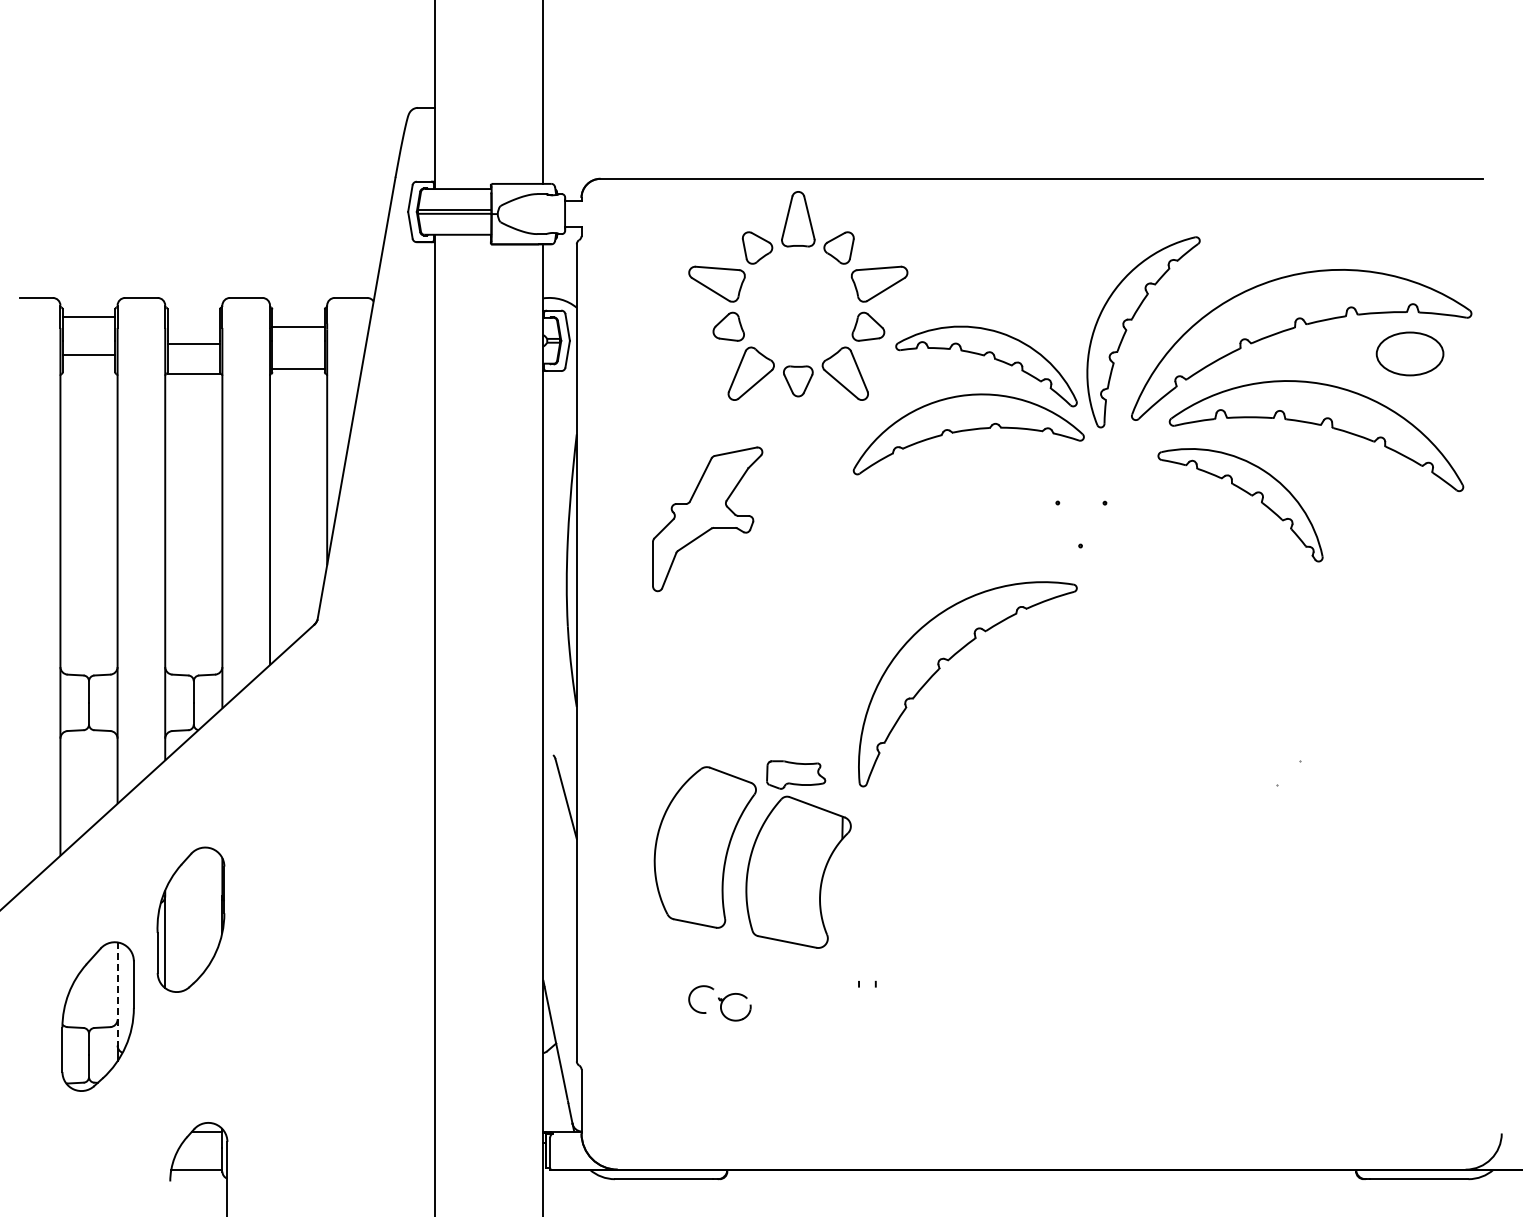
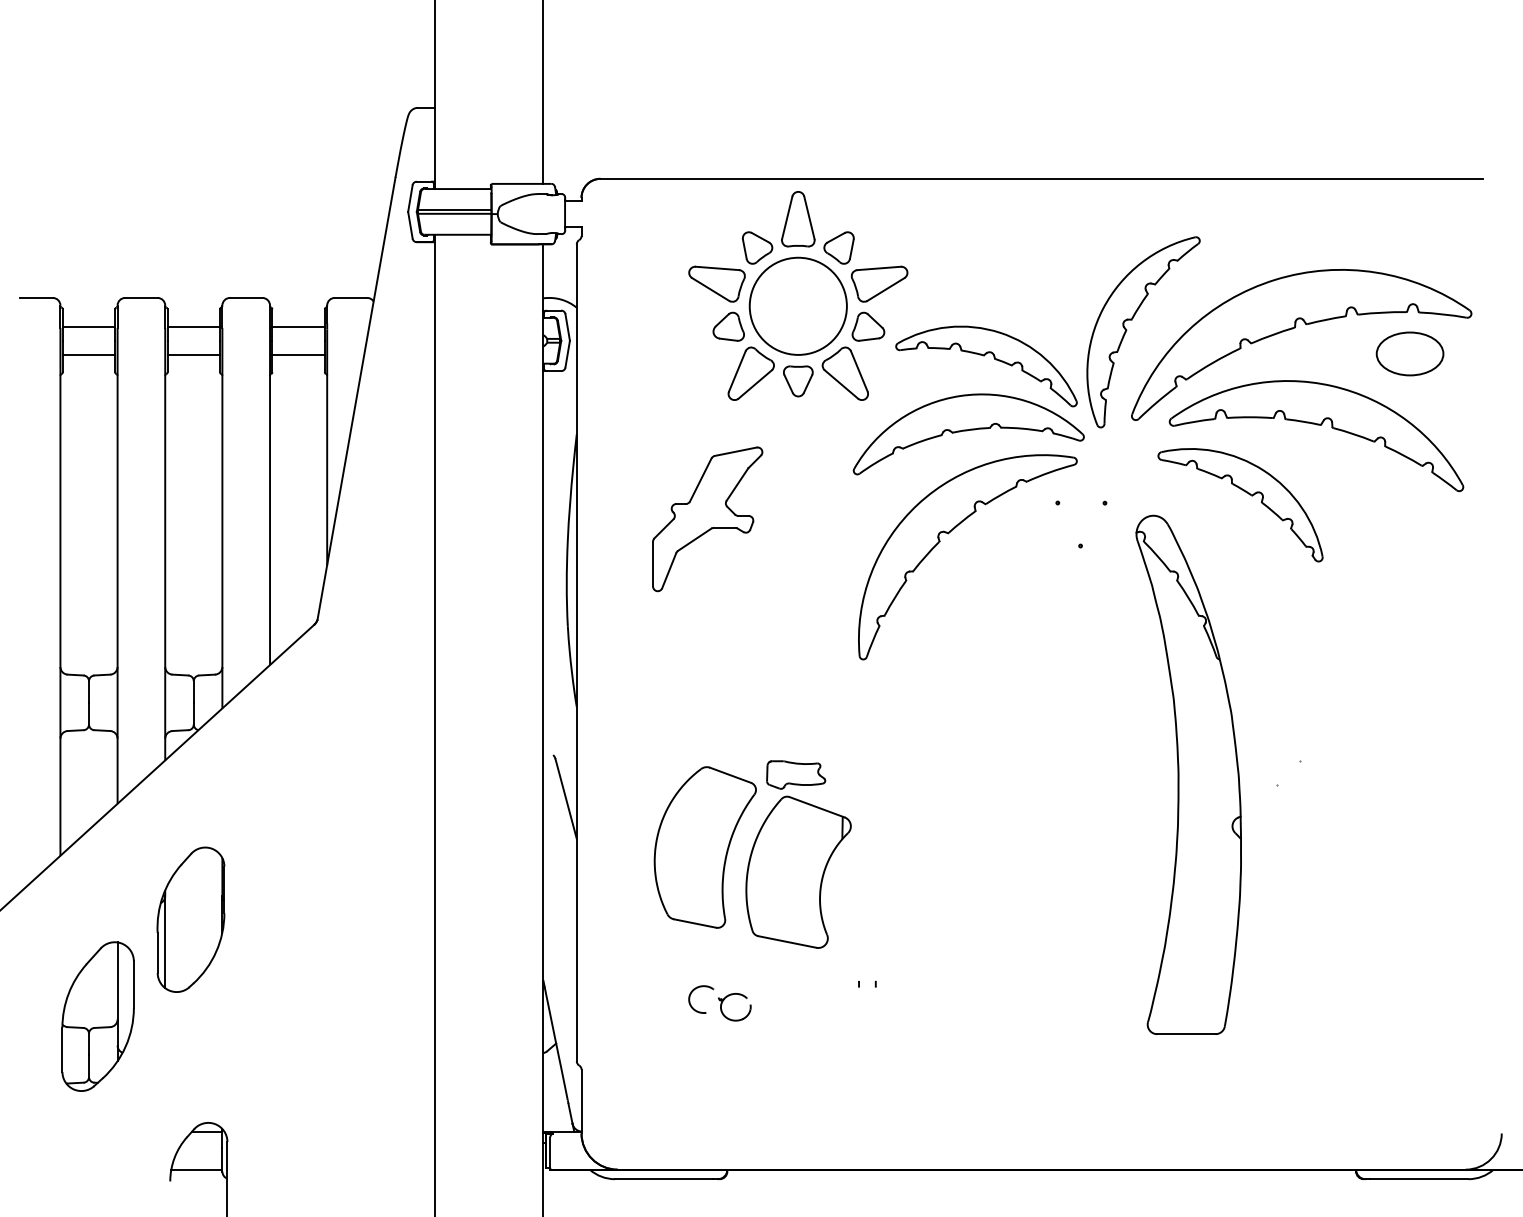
circle at (797, 305): none -> present
line at (88, 316) position: (88, 316) -> (88, 326)
line at (193, 343) position: (193, 343) -> (193, 326)
line at (298, 369) position: (298, 369) -> (298, 355)
line at (193, 374) position: (193, 374) -> (193, 355)
part at (948, 661) position: (948, 661) -> (948, 534)
part at (1188, 774): none -> present
line at (117, 994): dashed -> solid
